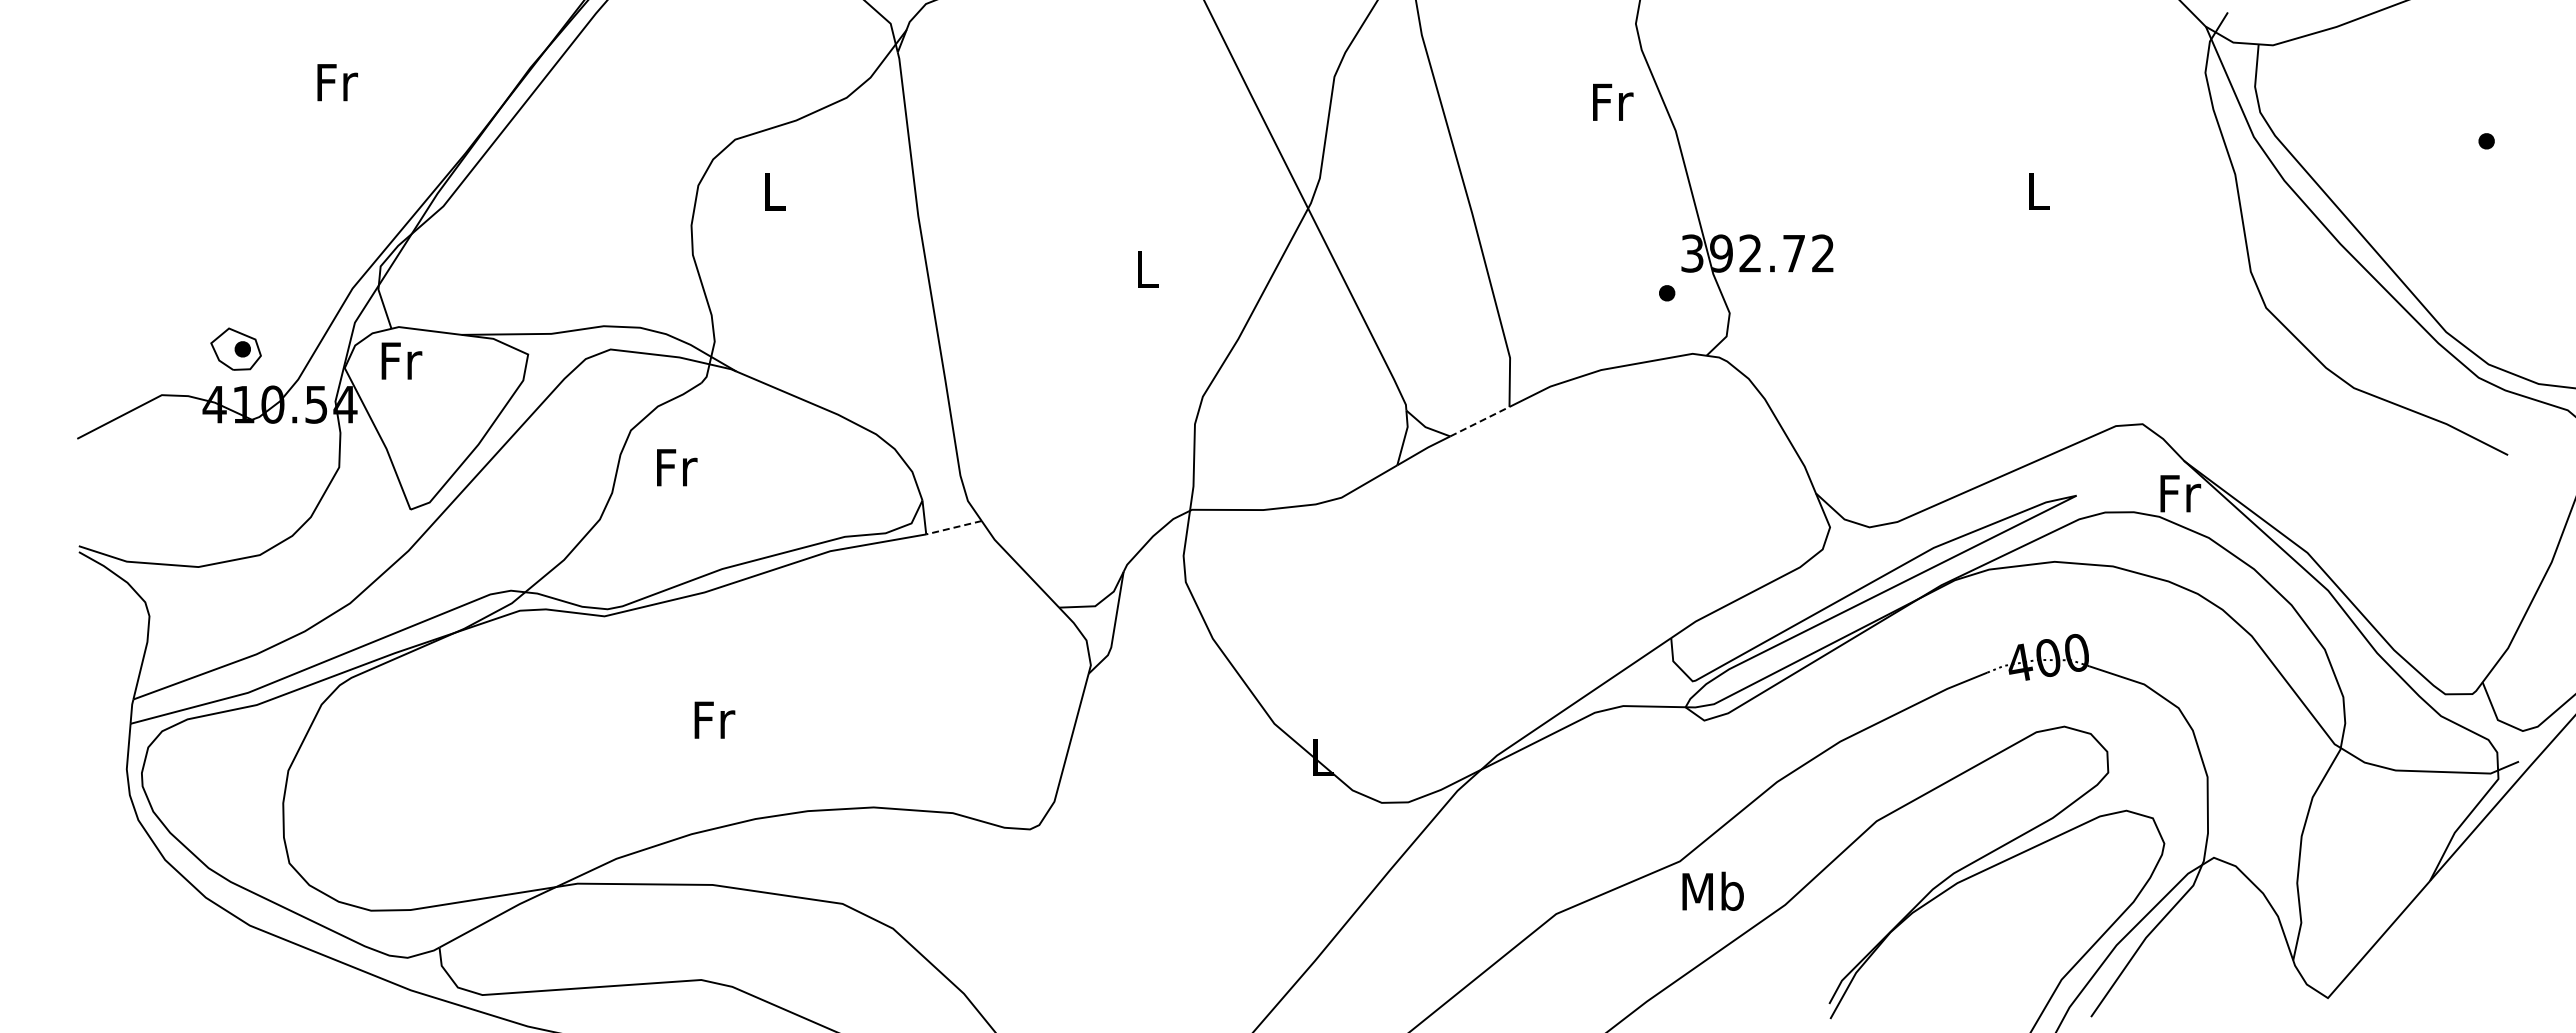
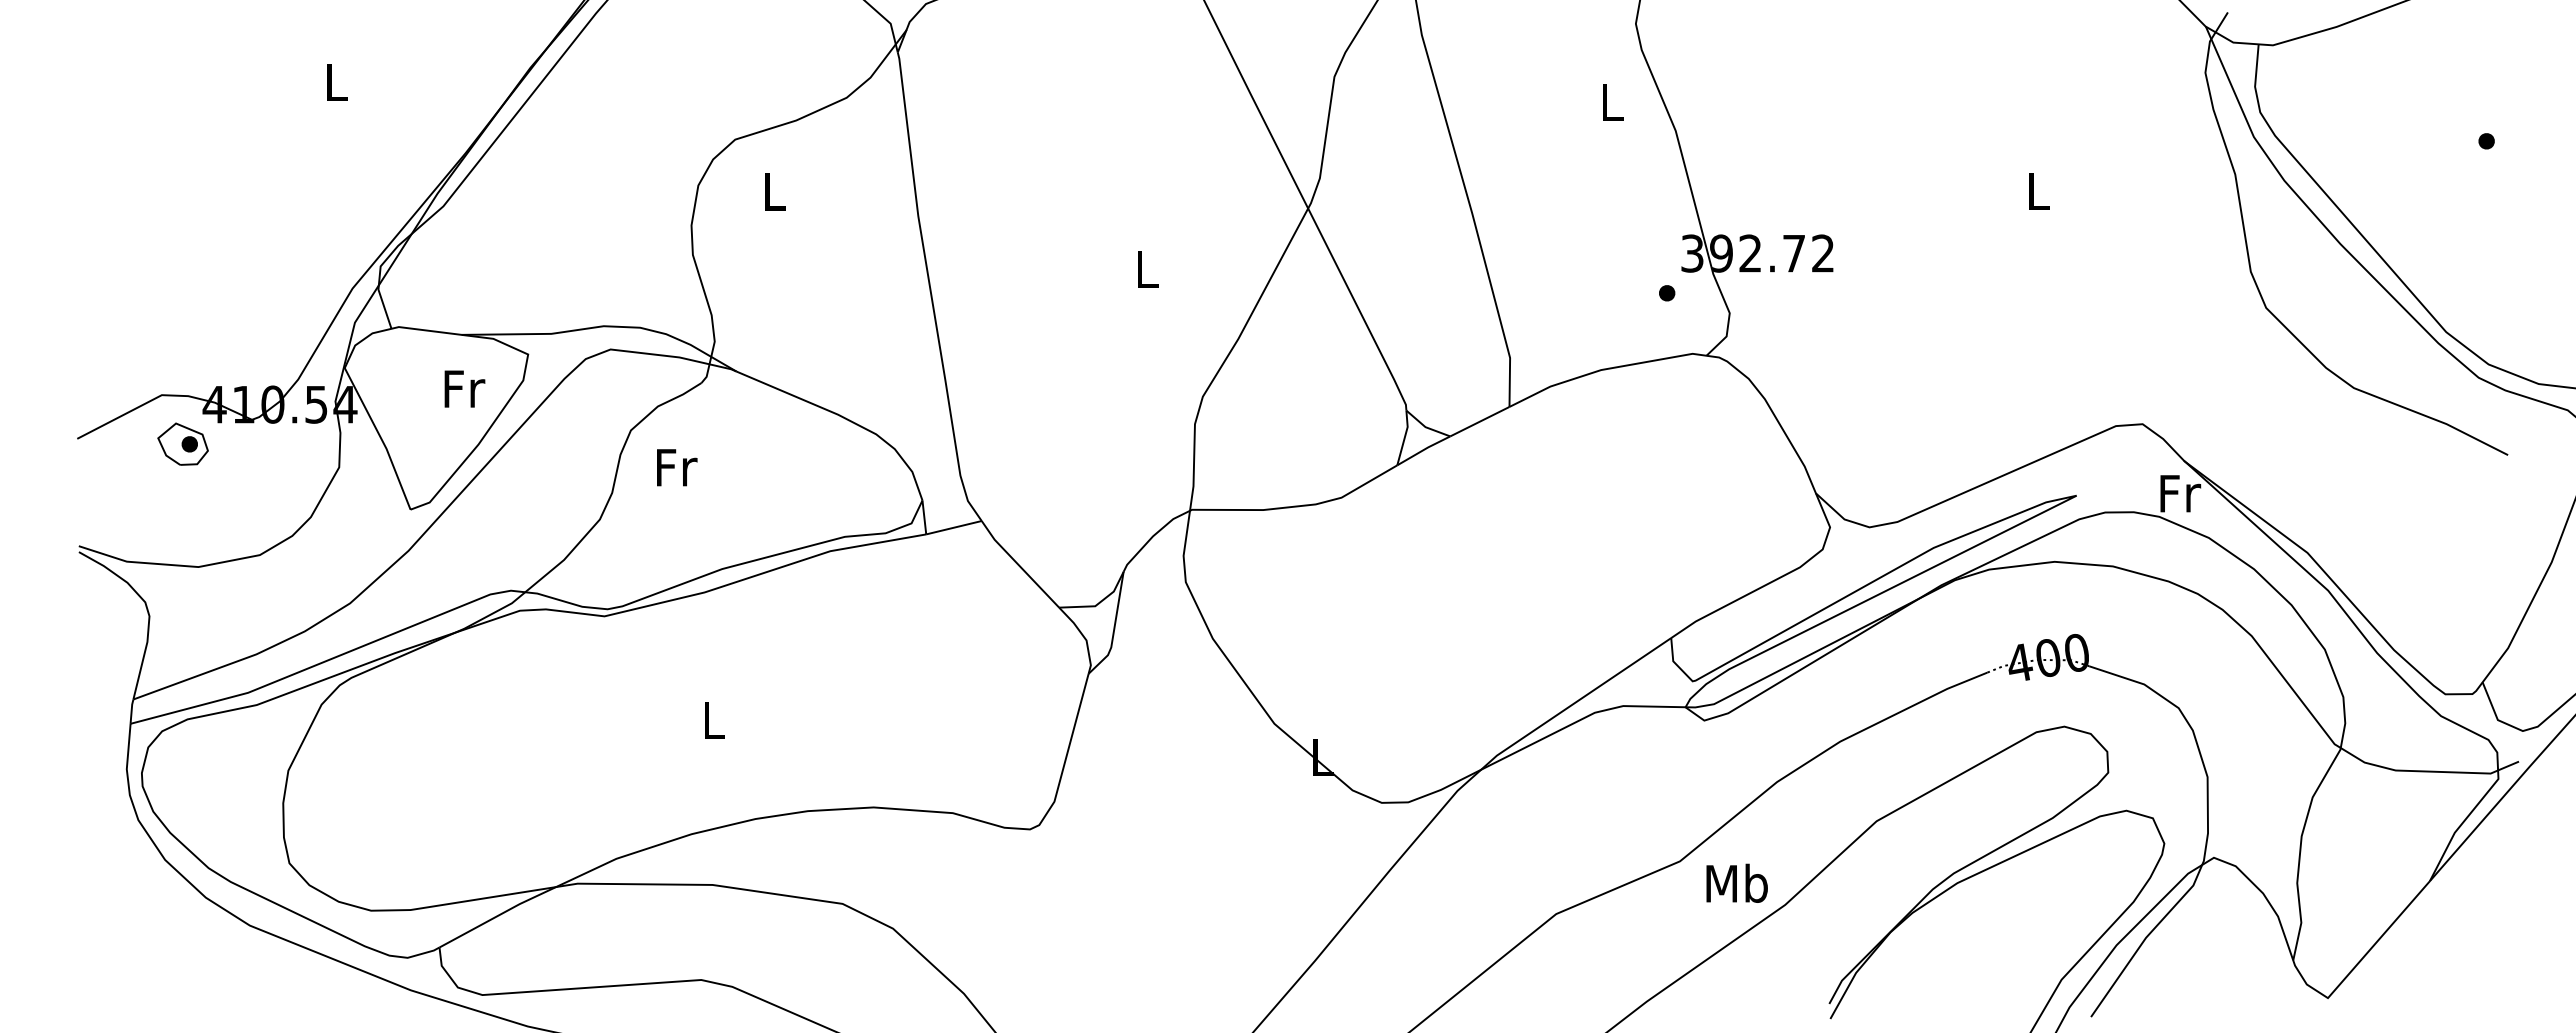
text at (337, 82): Fr -> L
text at (1613, 101): Fr -> L
part at (235, 348) position: (235, 348) -> (182, 443)
text at (401, 360) position: (401, 360) -> (464, 388)
line at (1480, 421): dashed -> solid
line at (953, 527): dashed -> solid
text at (714, 719): Fr -> L
text at (1712, 890) position: (1712, 890) -> (1736, 882)
